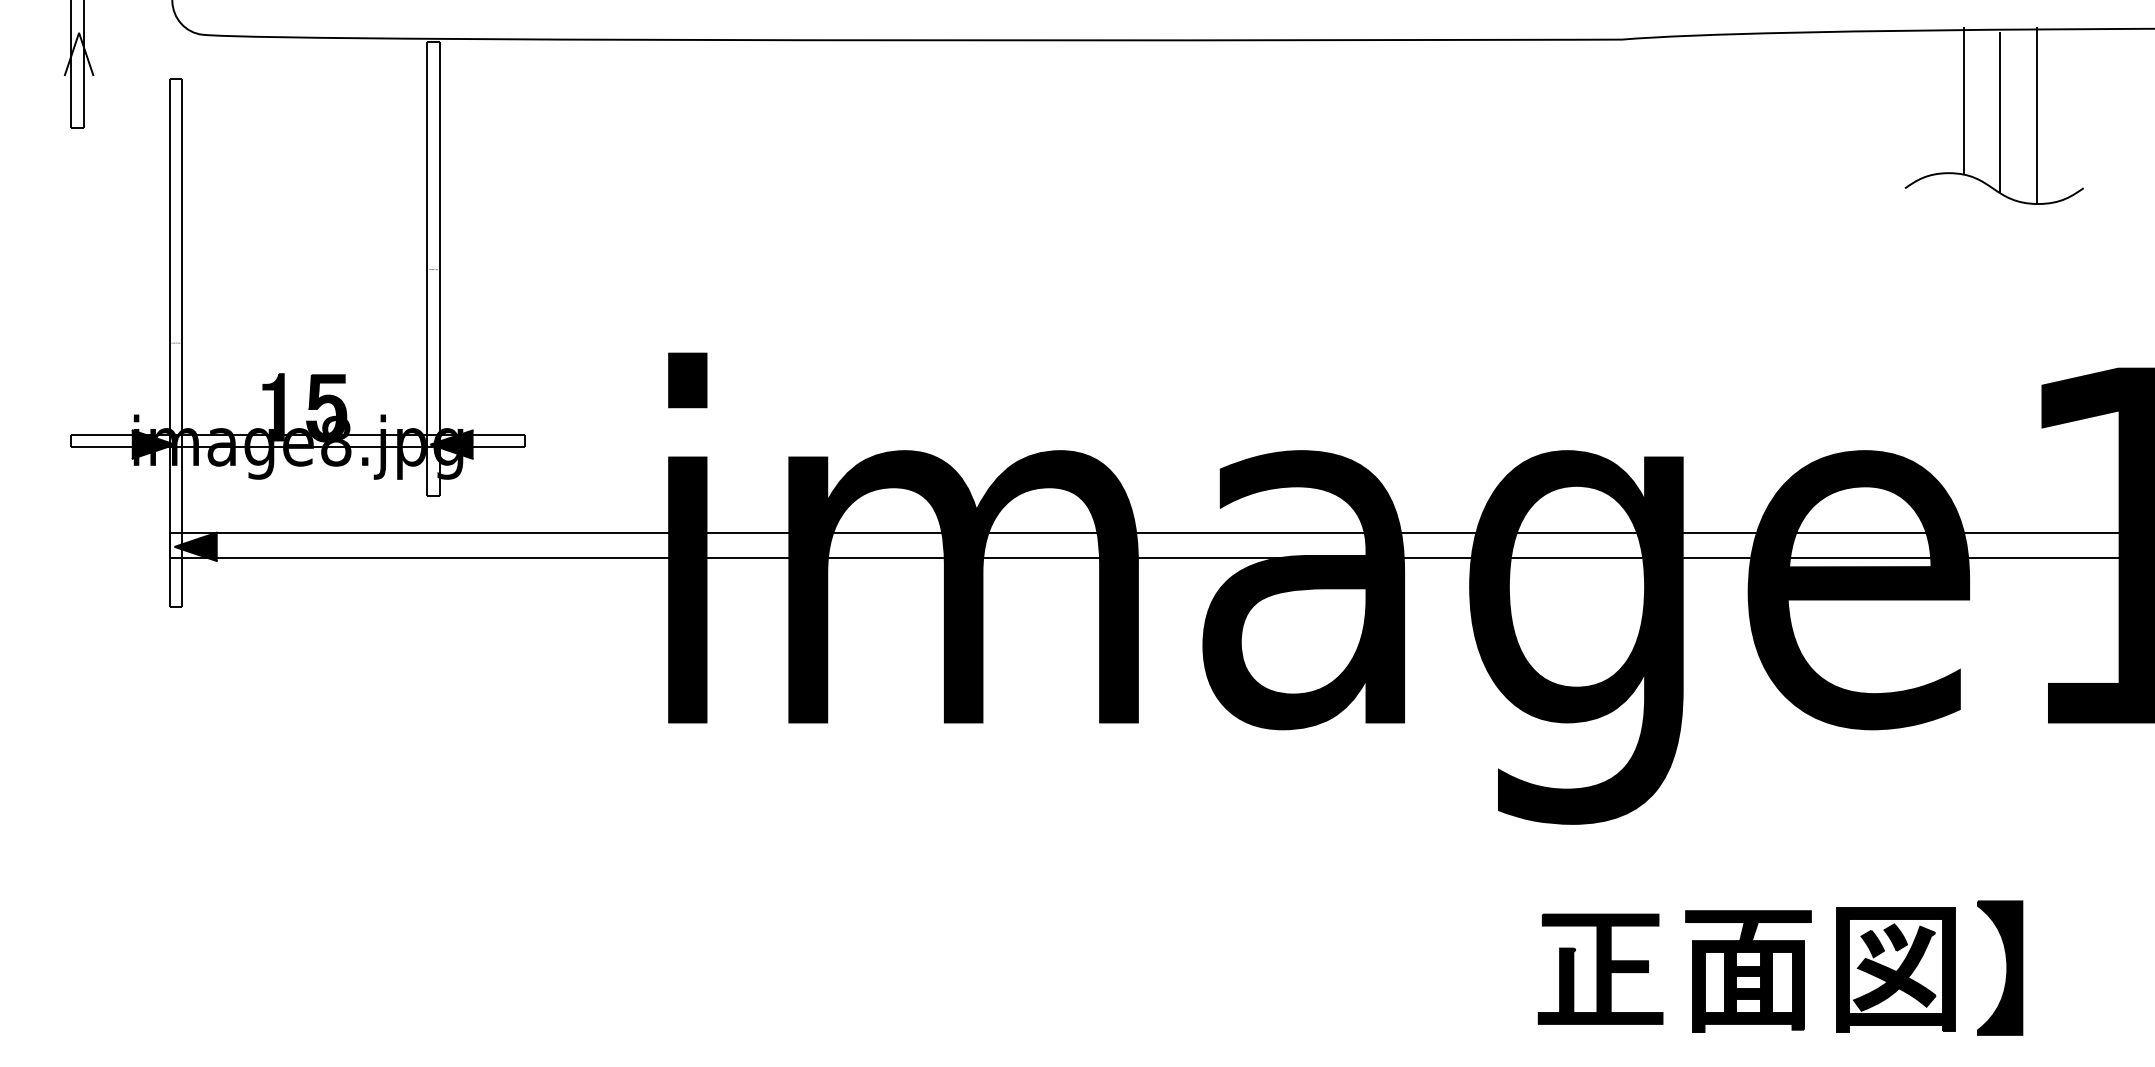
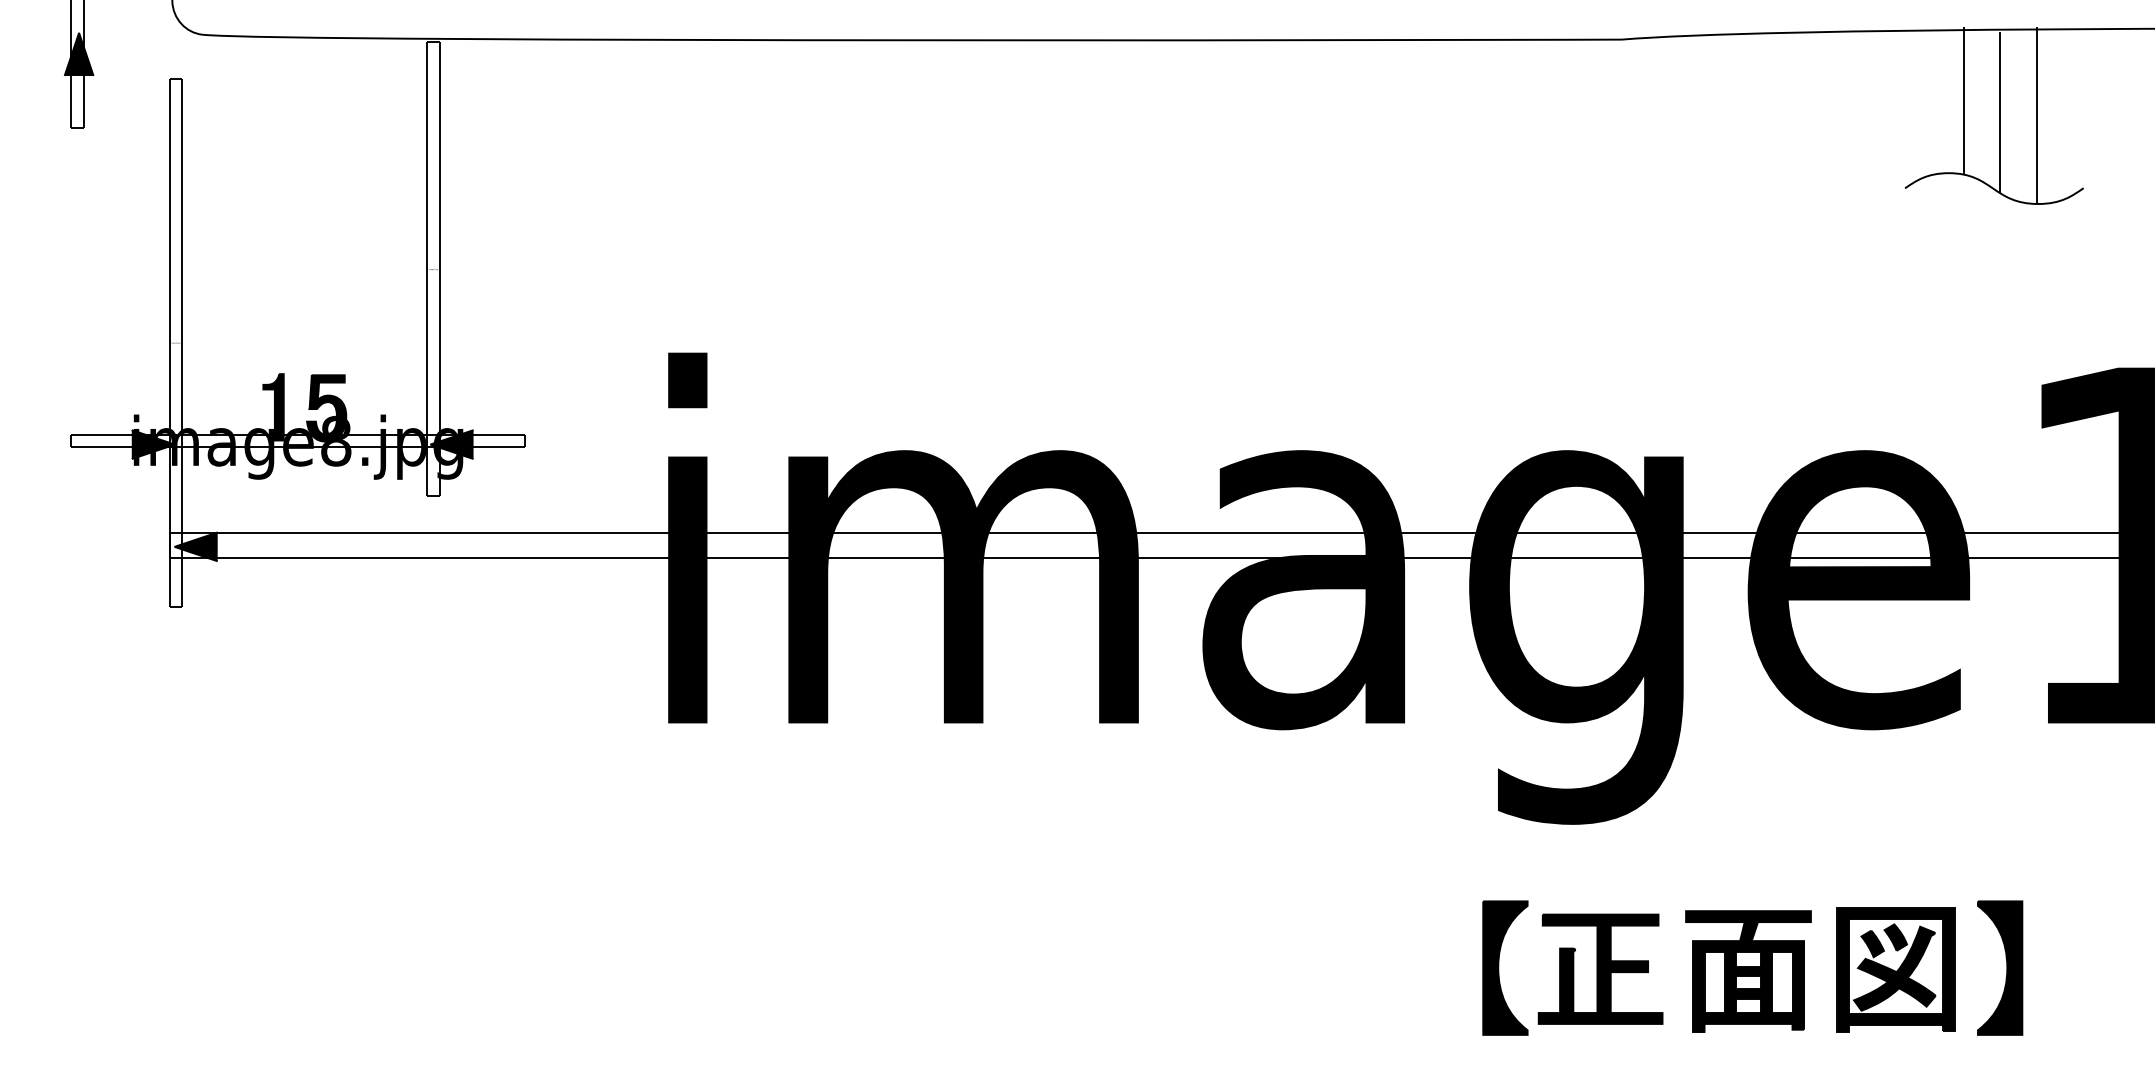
fill at (78, 53): none -> present
part at (1505, 967): none -> present
